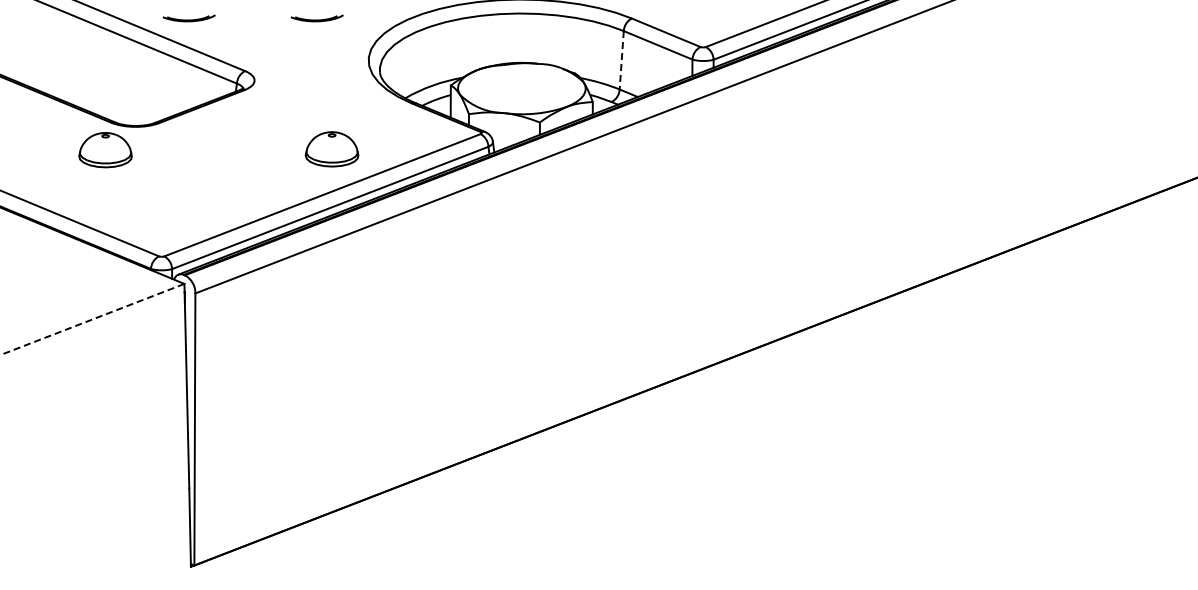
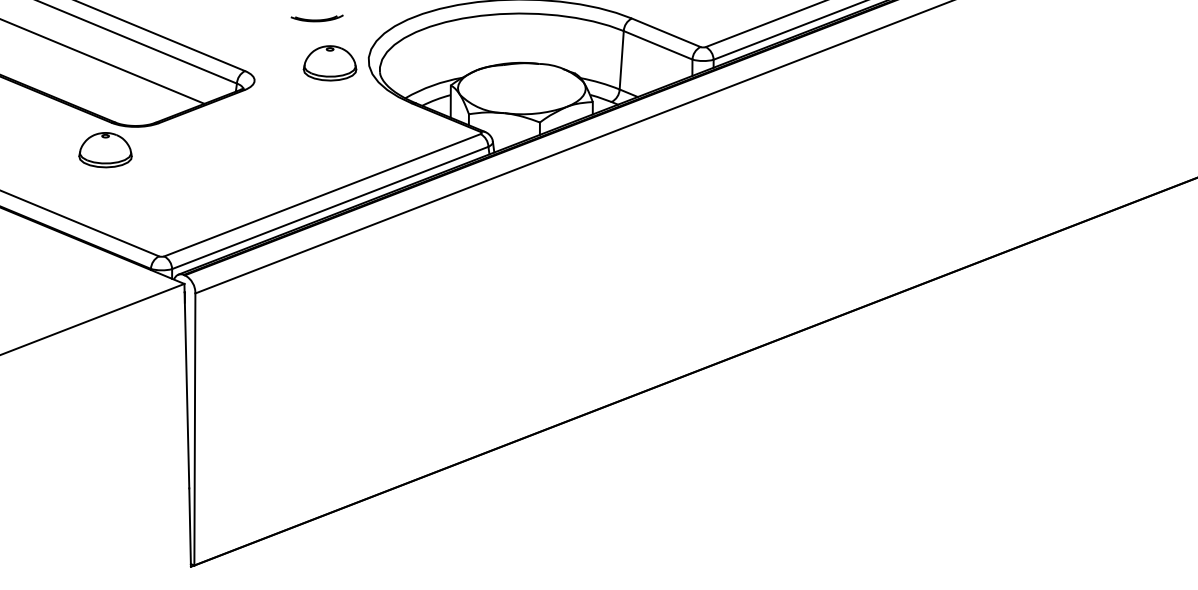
part at (188, 18): present -> none
line at (621, 60): dashed -> solid
line at (103, 61): none -> present
part at (331, 149) position: (331, 149) -> (329, 63)
line at (92, 319): dashed -> solid
